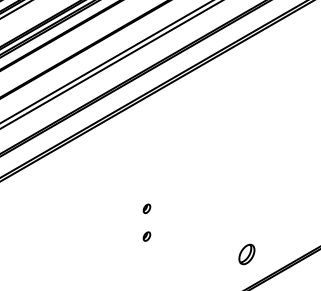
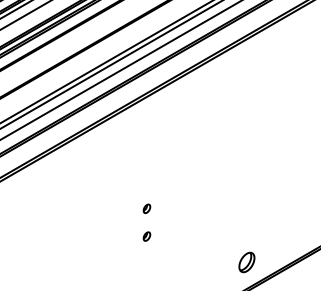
line at (24, 15): none -> present
line at (120, 70): none -> present
part at (246, 254) position: (246, 254) -> (246, 262)
